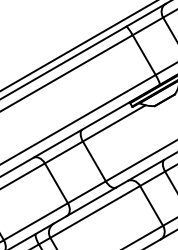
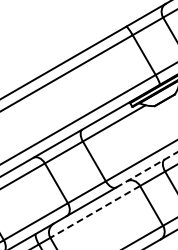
line at (78, 45): present -> none
line at (147, 169): solid -> dashed
line at (95, 211): solid -> dashed
